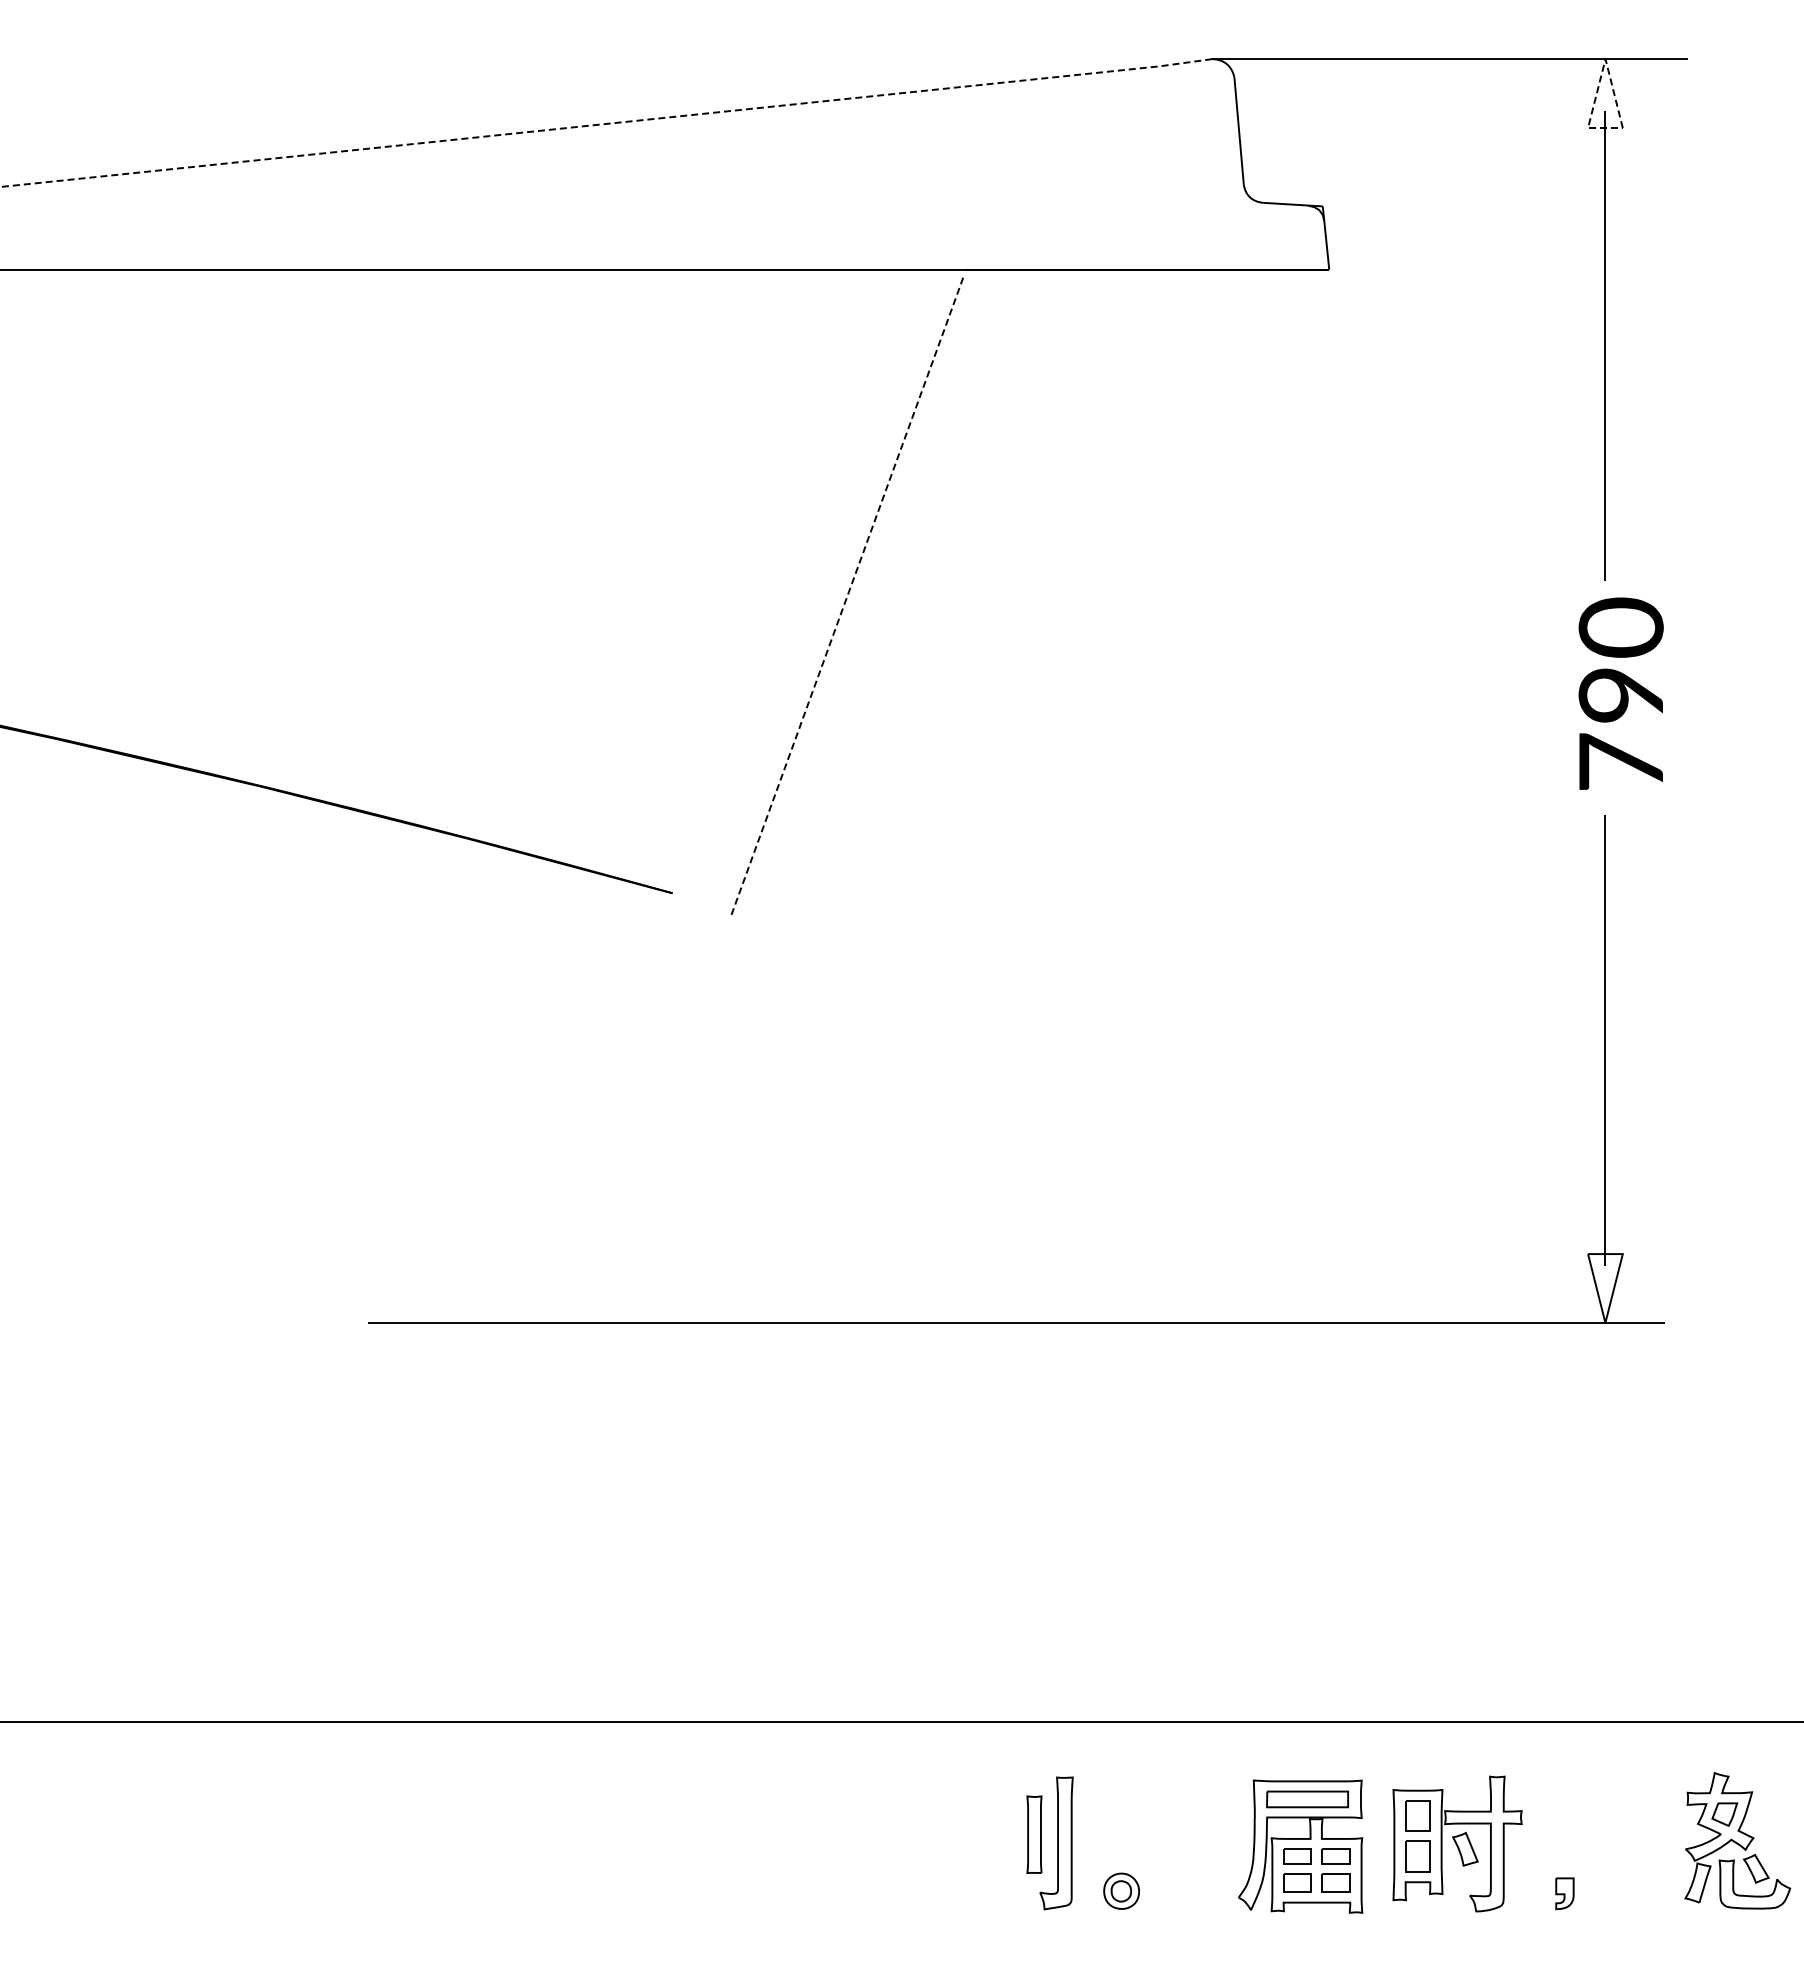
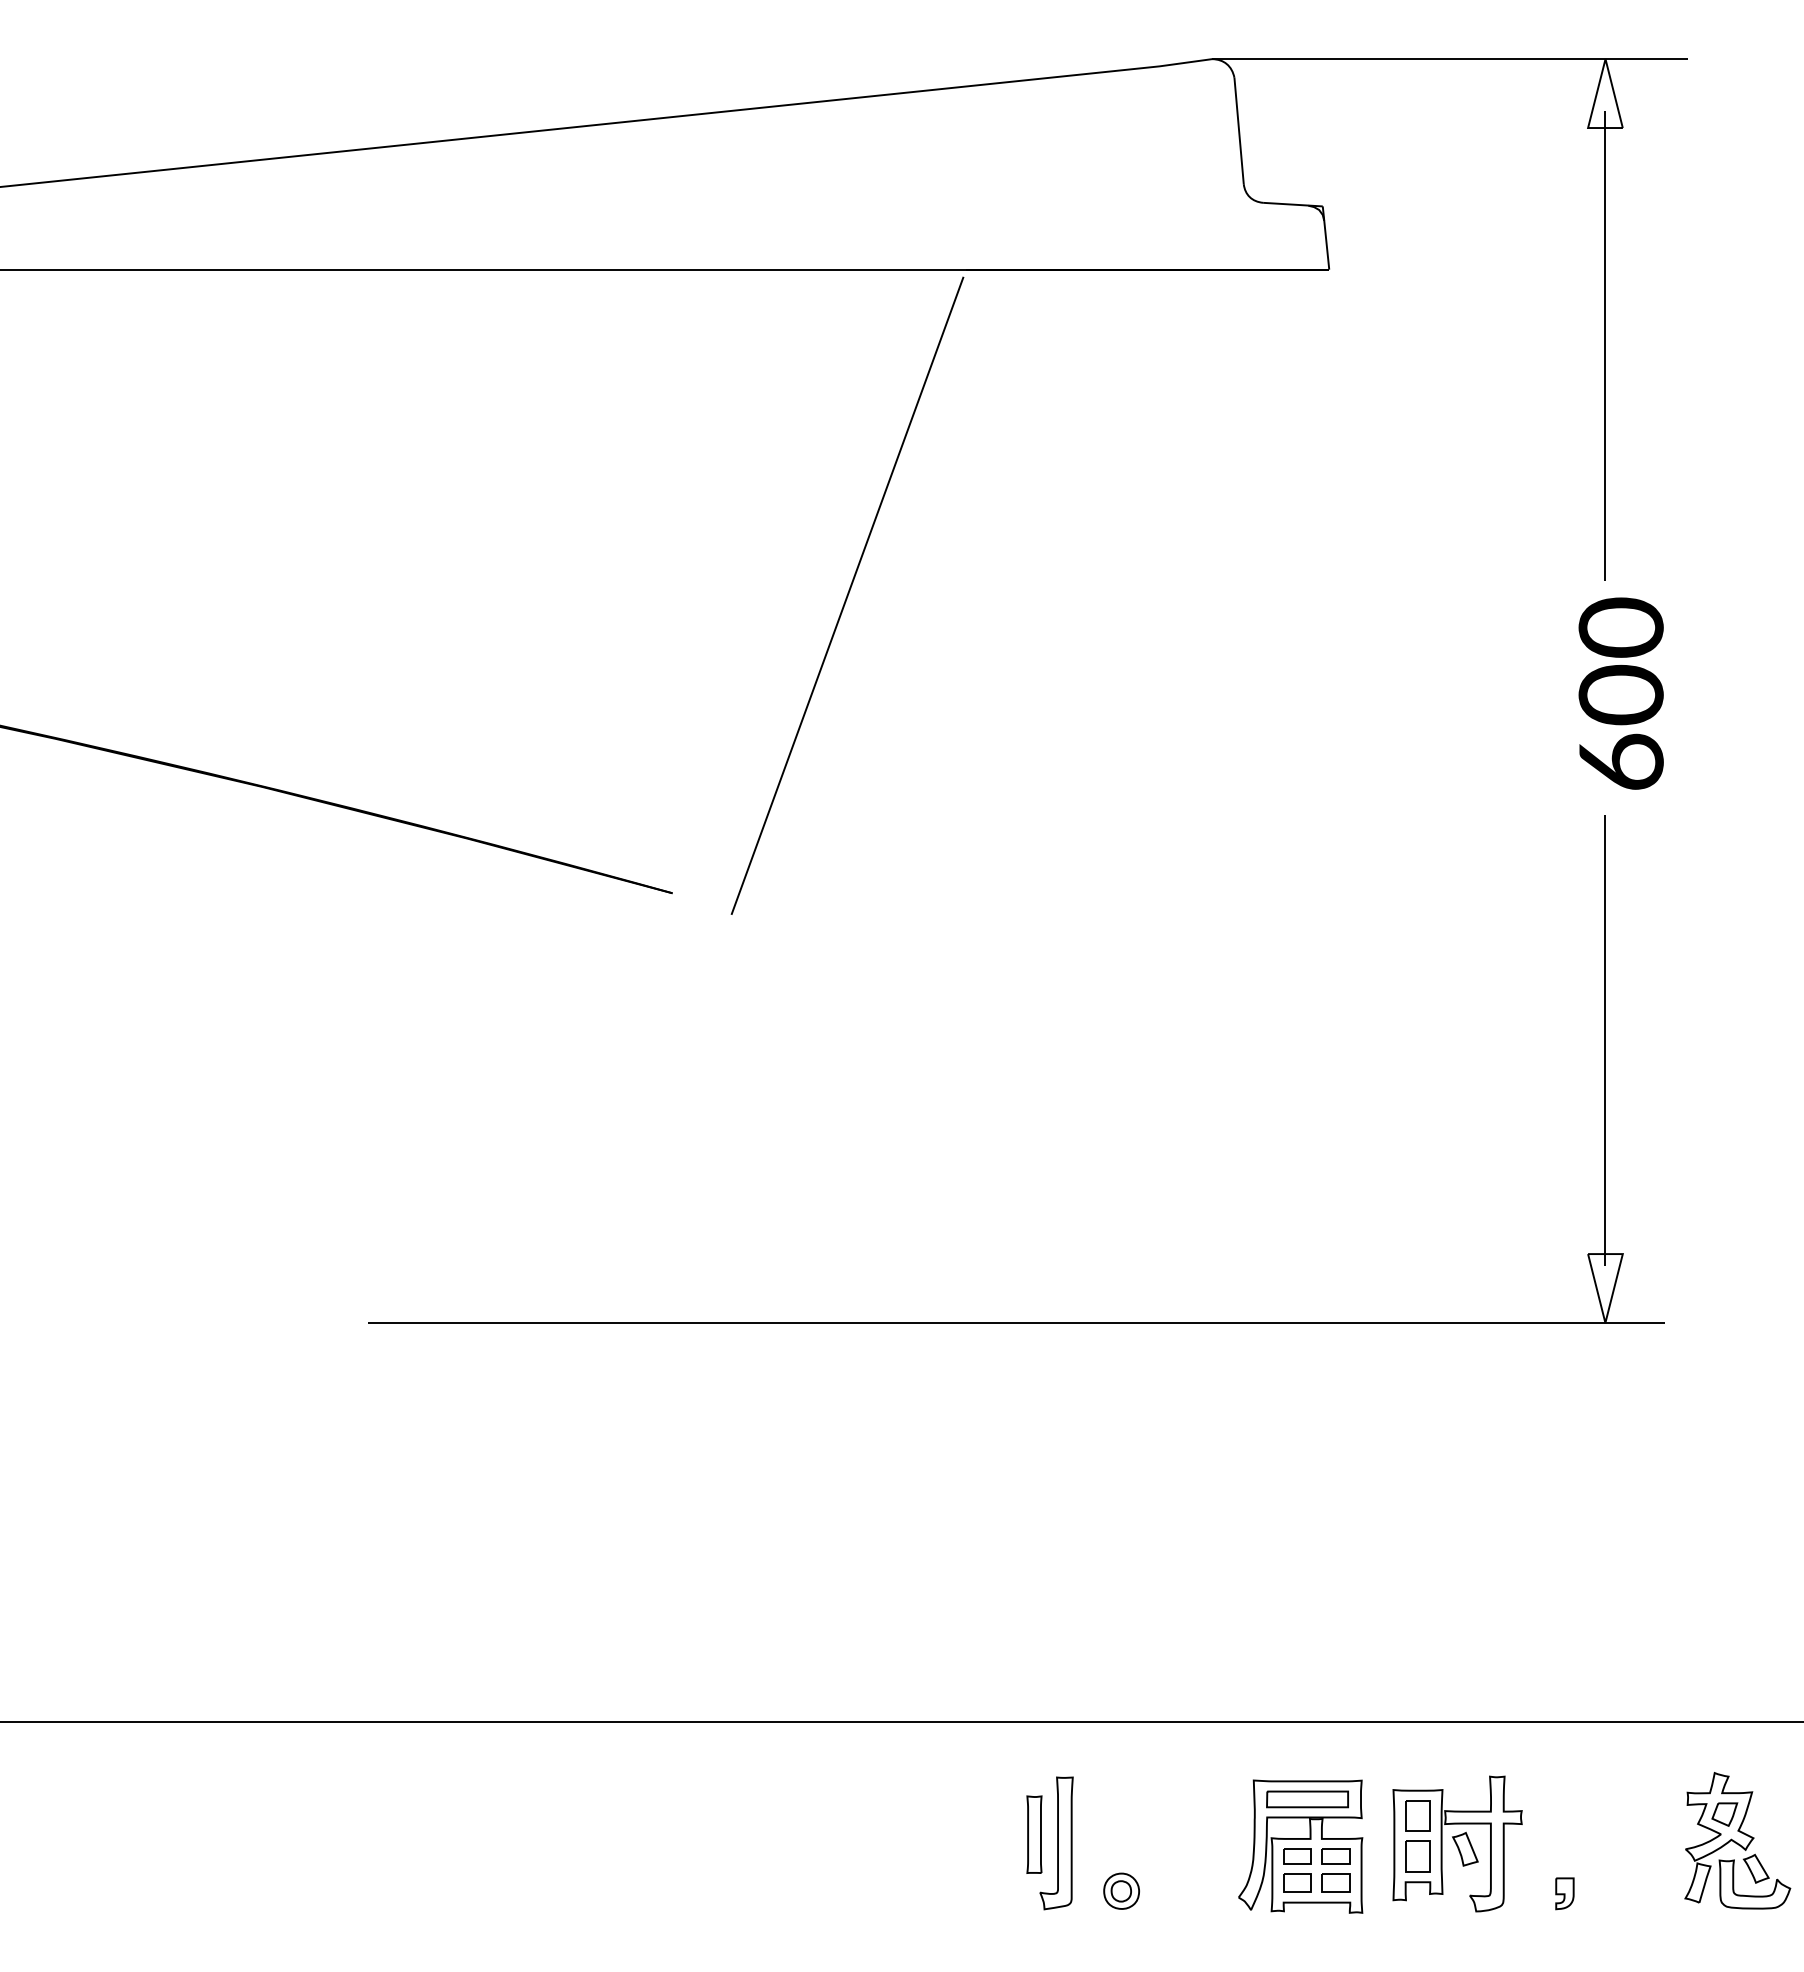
line at (1601, 76): dashed -> solid
line at (606, 123): dashed -> solid
line at (847, 595): dashed -> solid
text at (1621, 726): 790 -> 600
